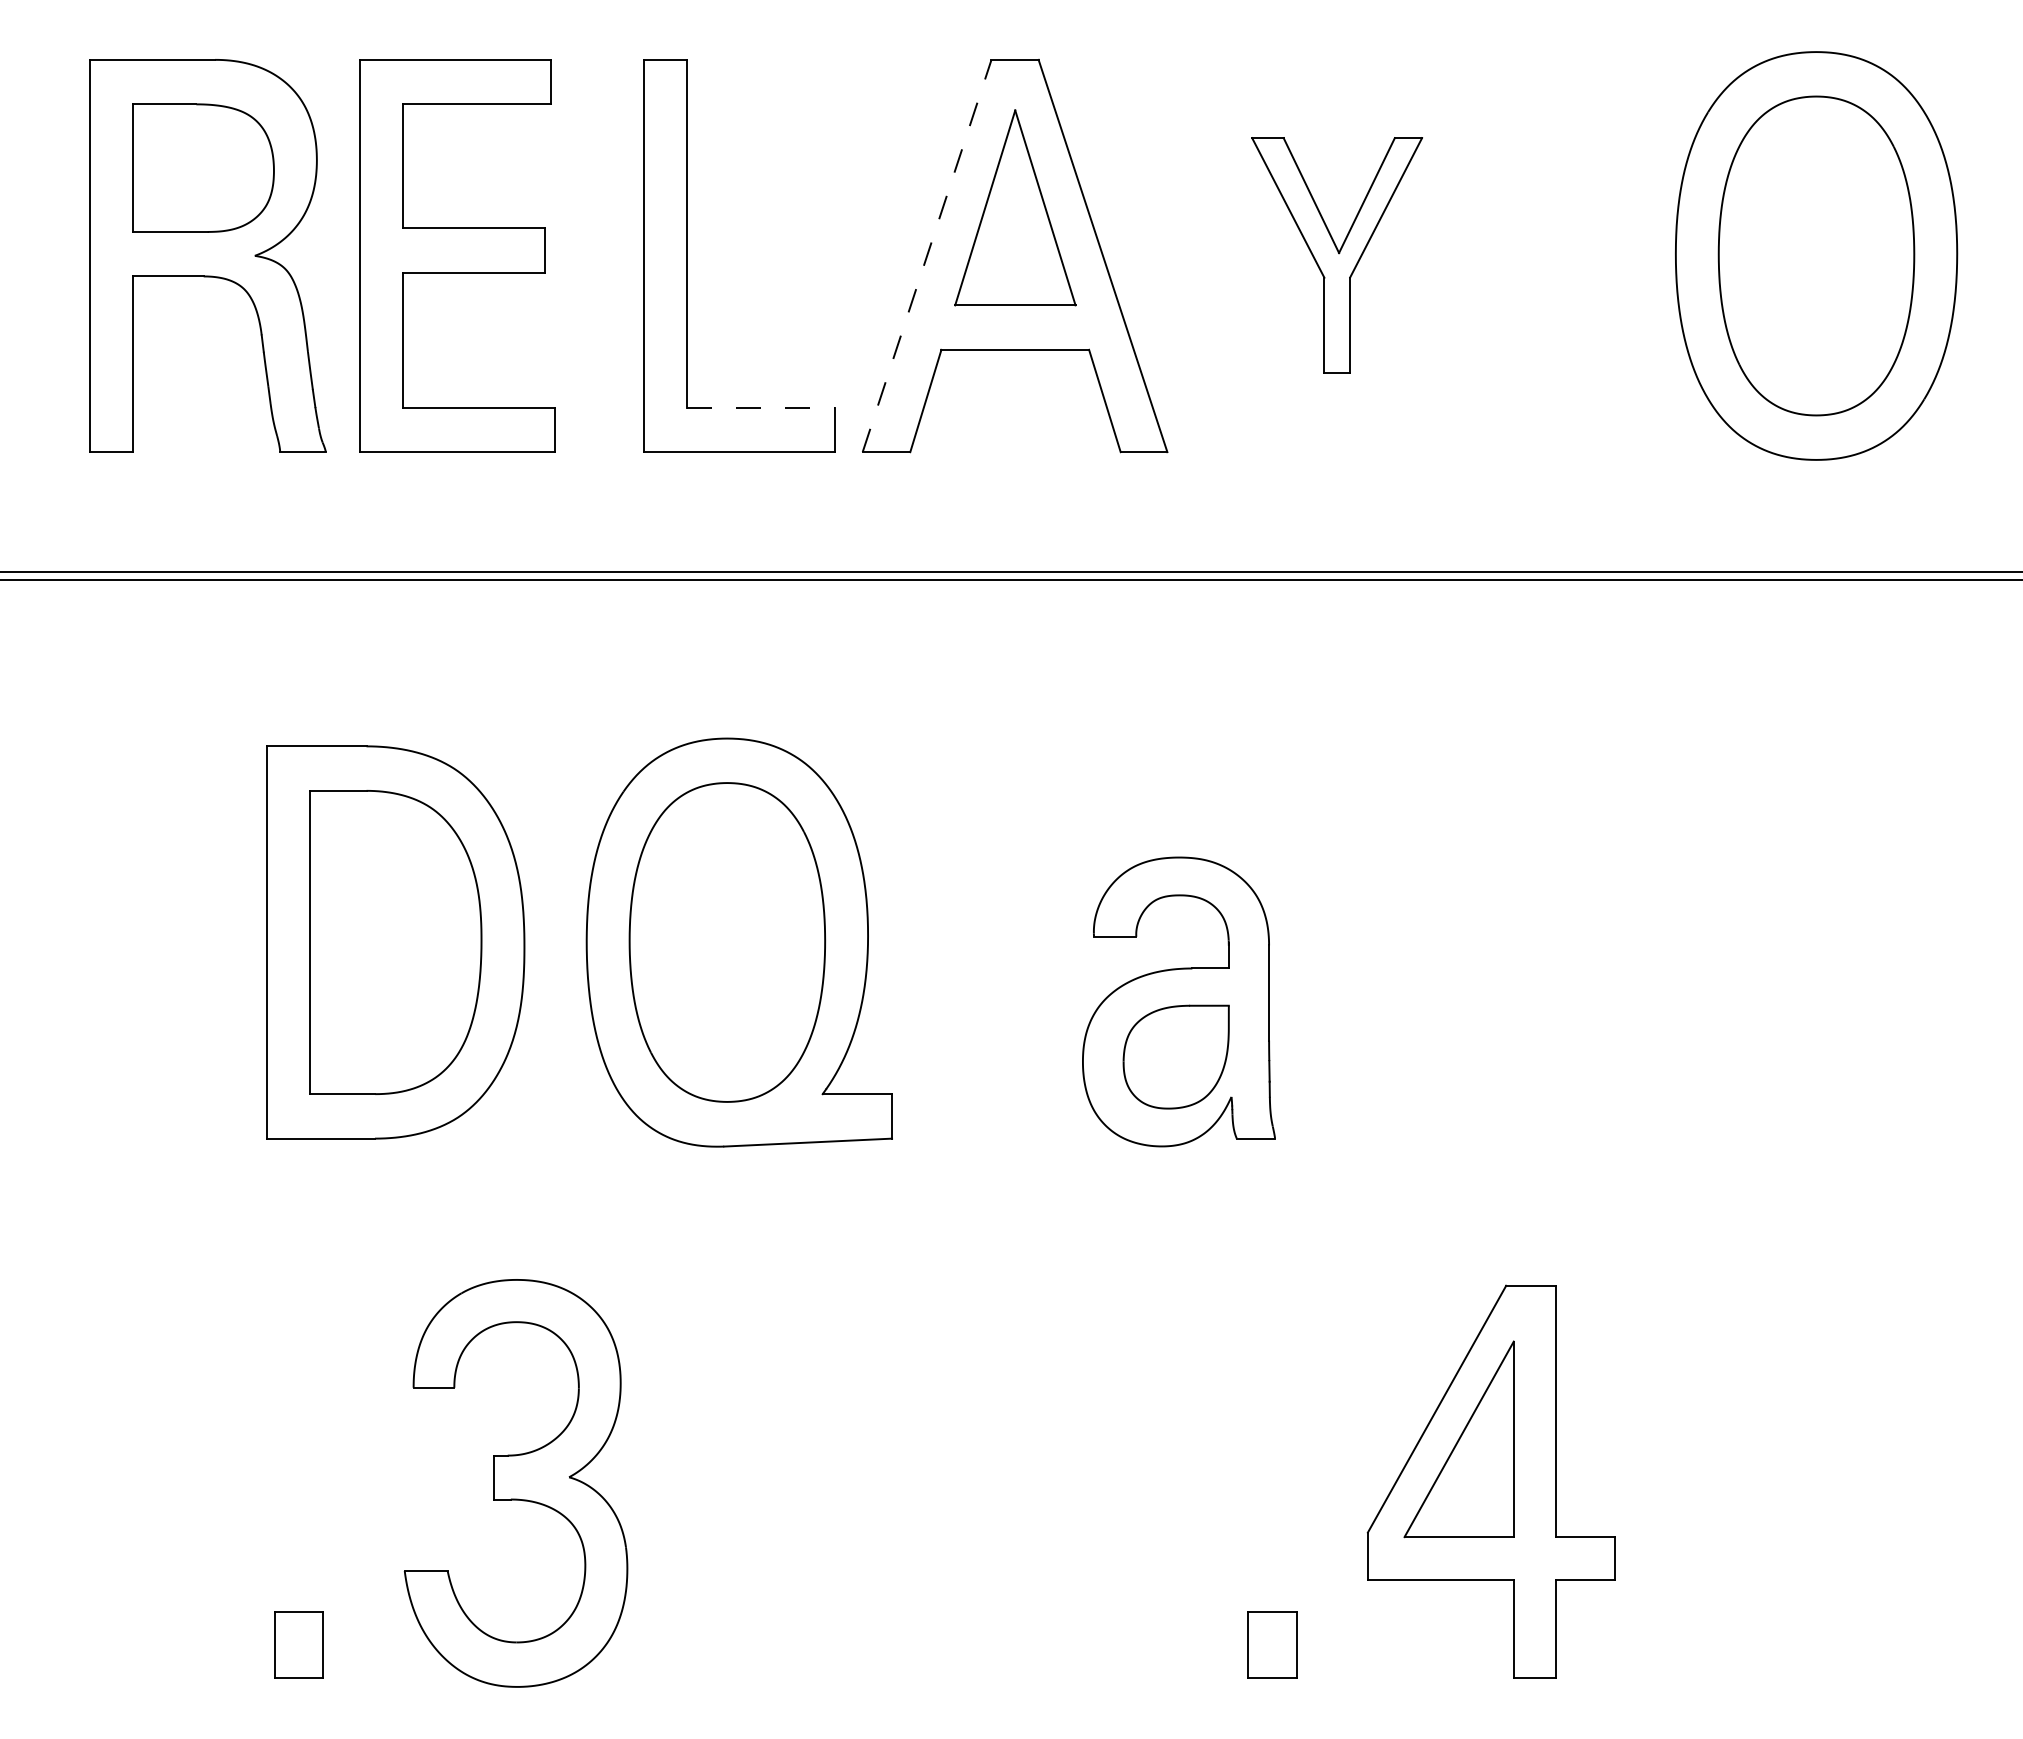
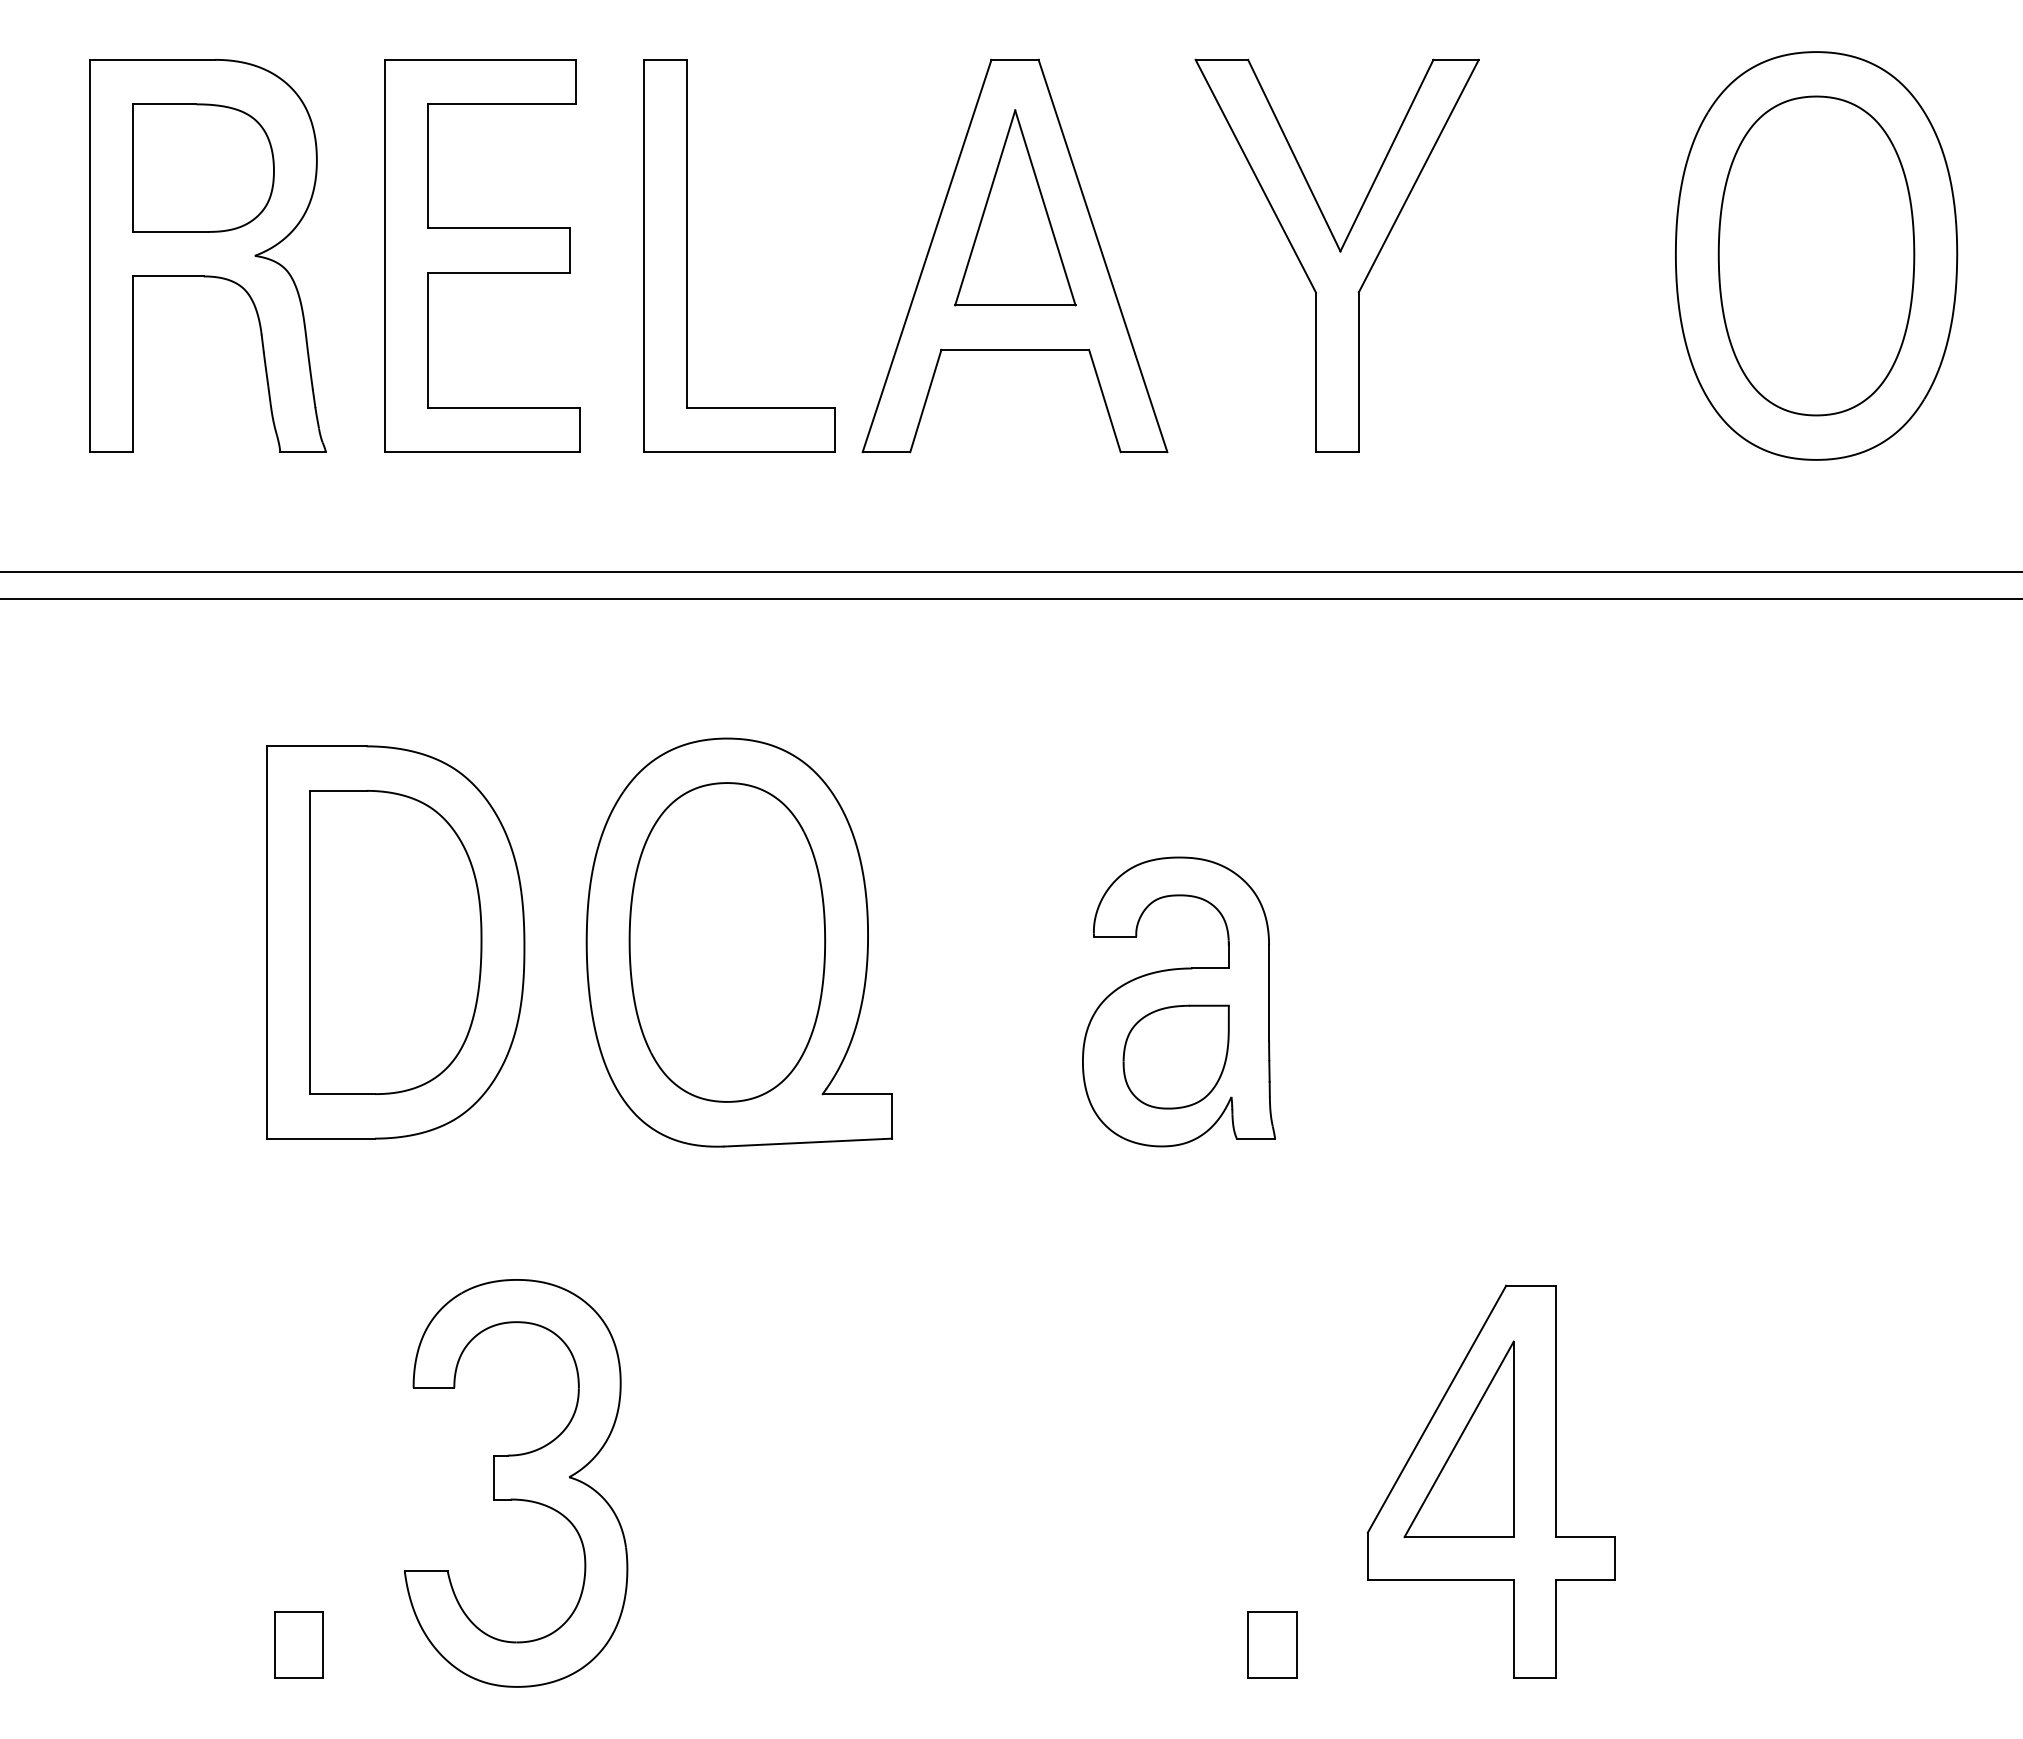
part at (457, 255) position: (457, 255) -> (482, 255)
line at (927, 255): dashed -> solid
part at (1337, 255) size: 173x237 px -> 286x395 px
line at (761, 407): dashed -> solid
line at (1010, 580) position: (1010, 580) -> (1010, 599)
